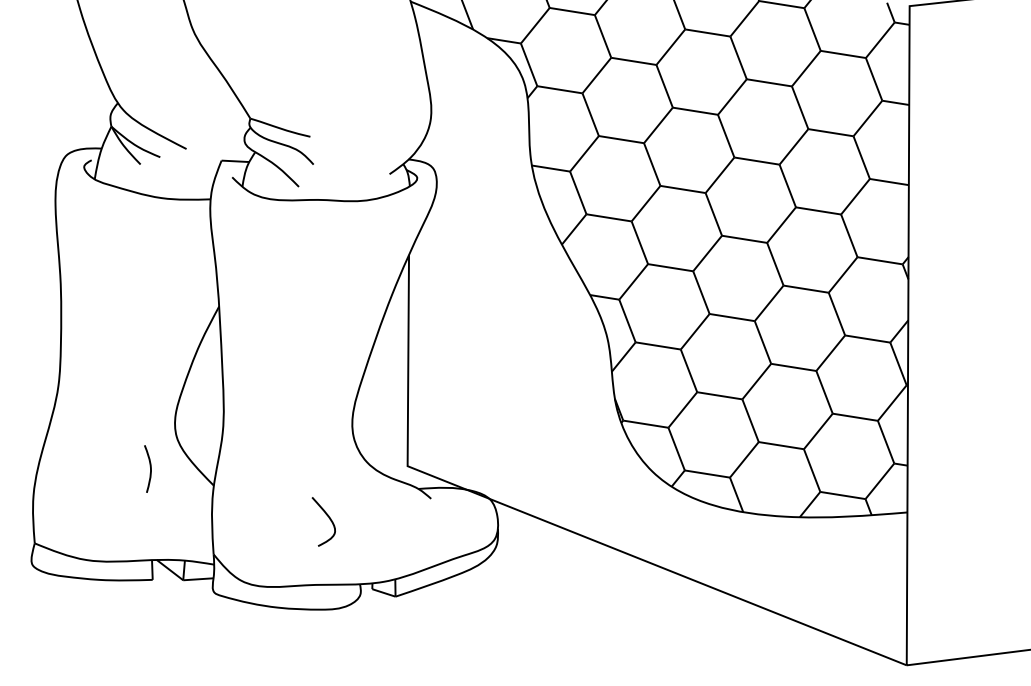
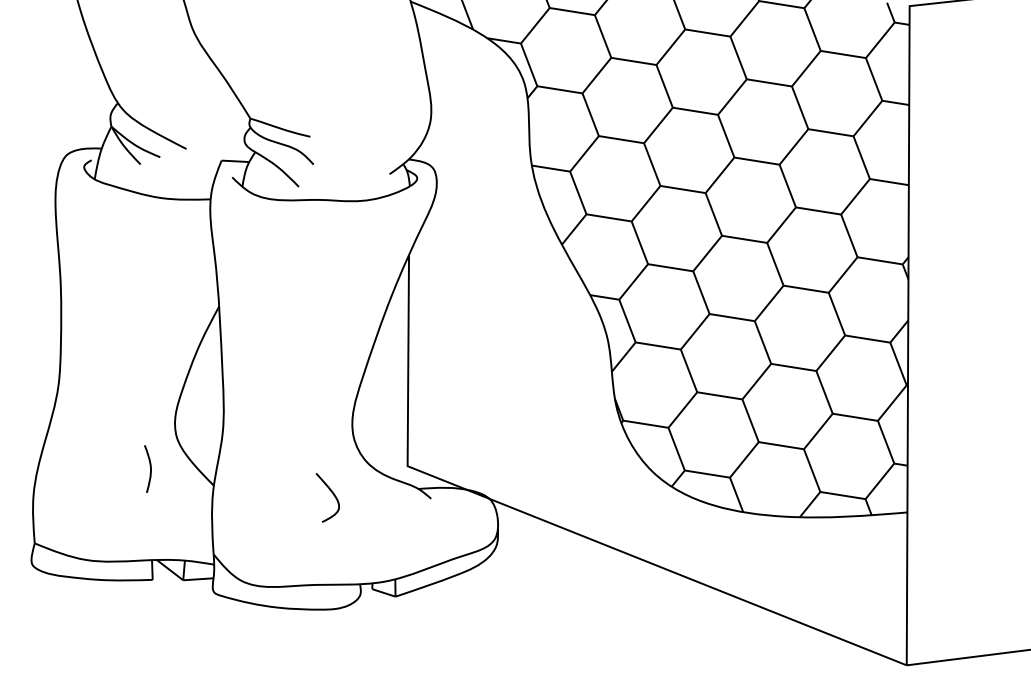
curve at (328, 518) position: (328, 518) -> (332, 494)
